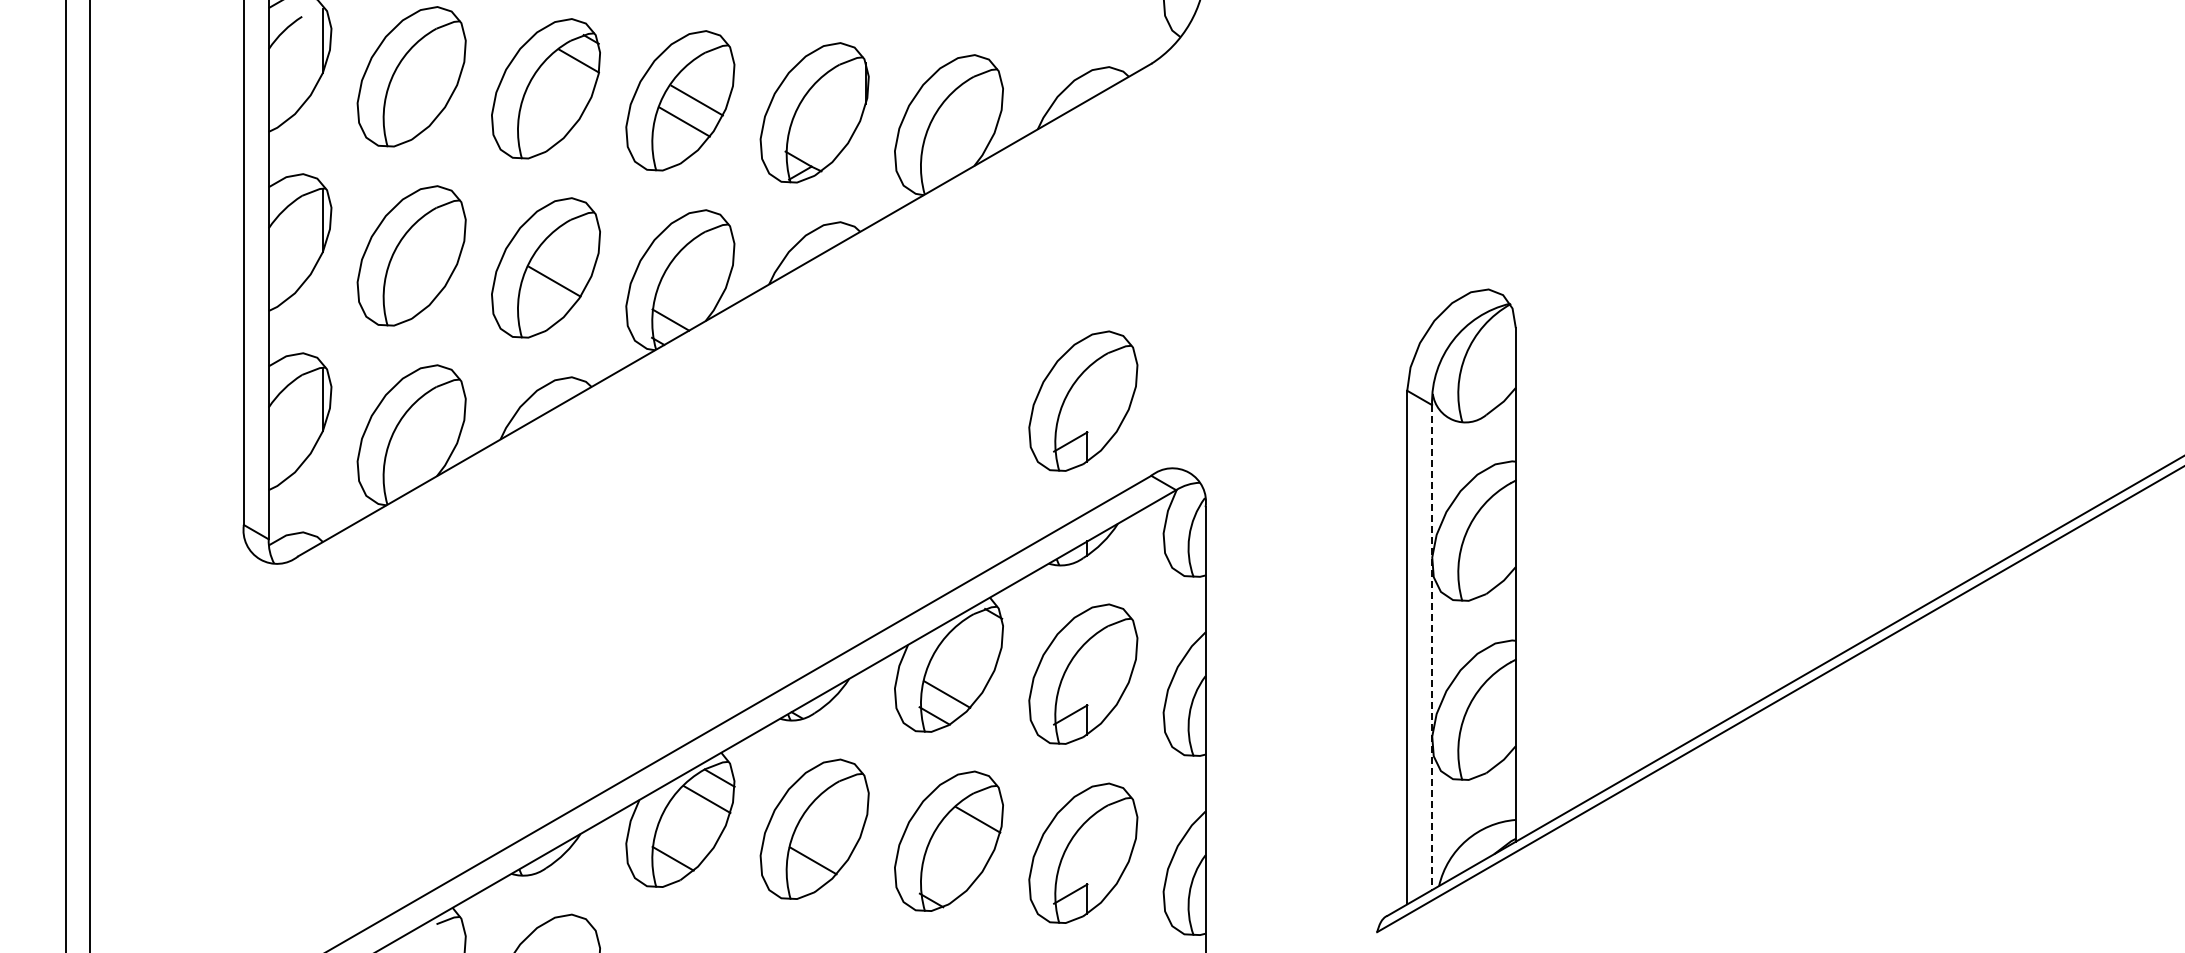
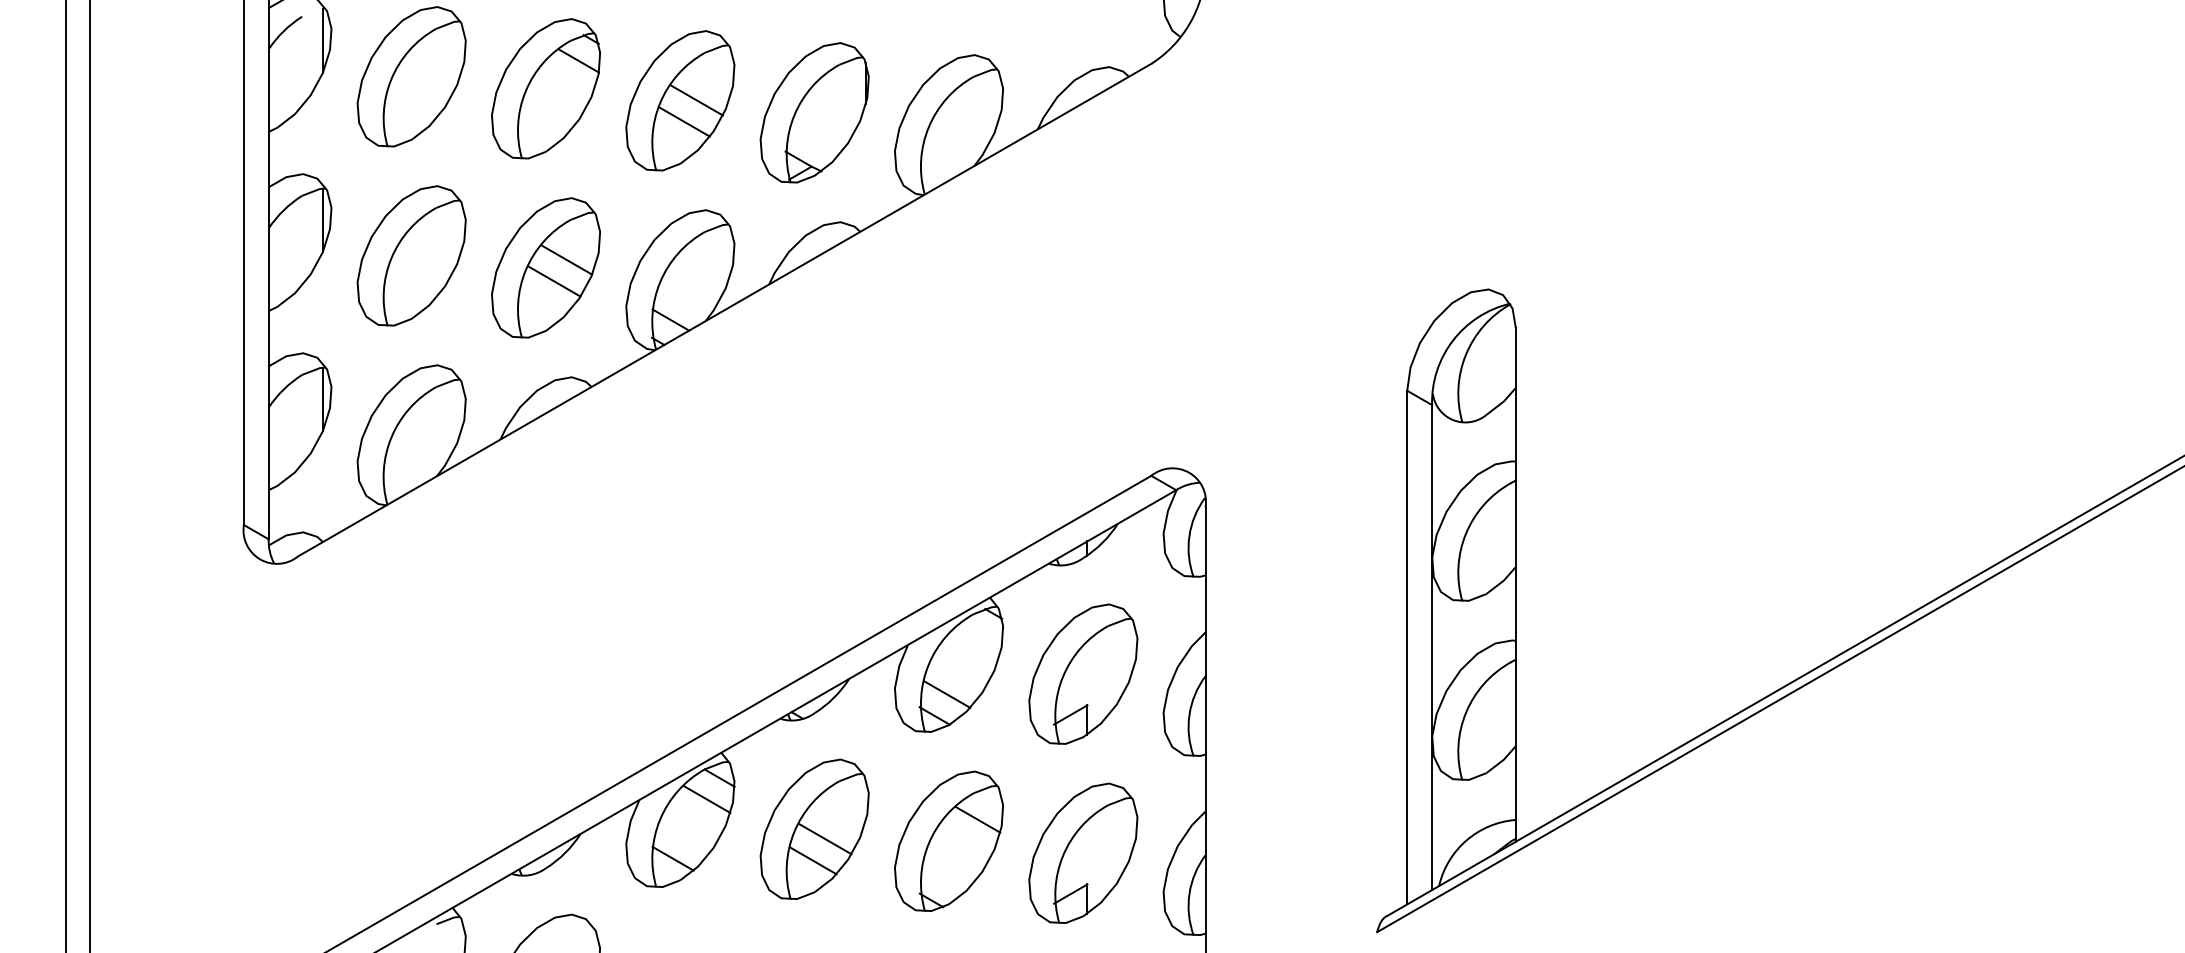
line at (567, 259): none -> present
part at (1083, 400): present -> none
line at (1432, 647): dashed -> solid
line at (825, 839): none -> present
